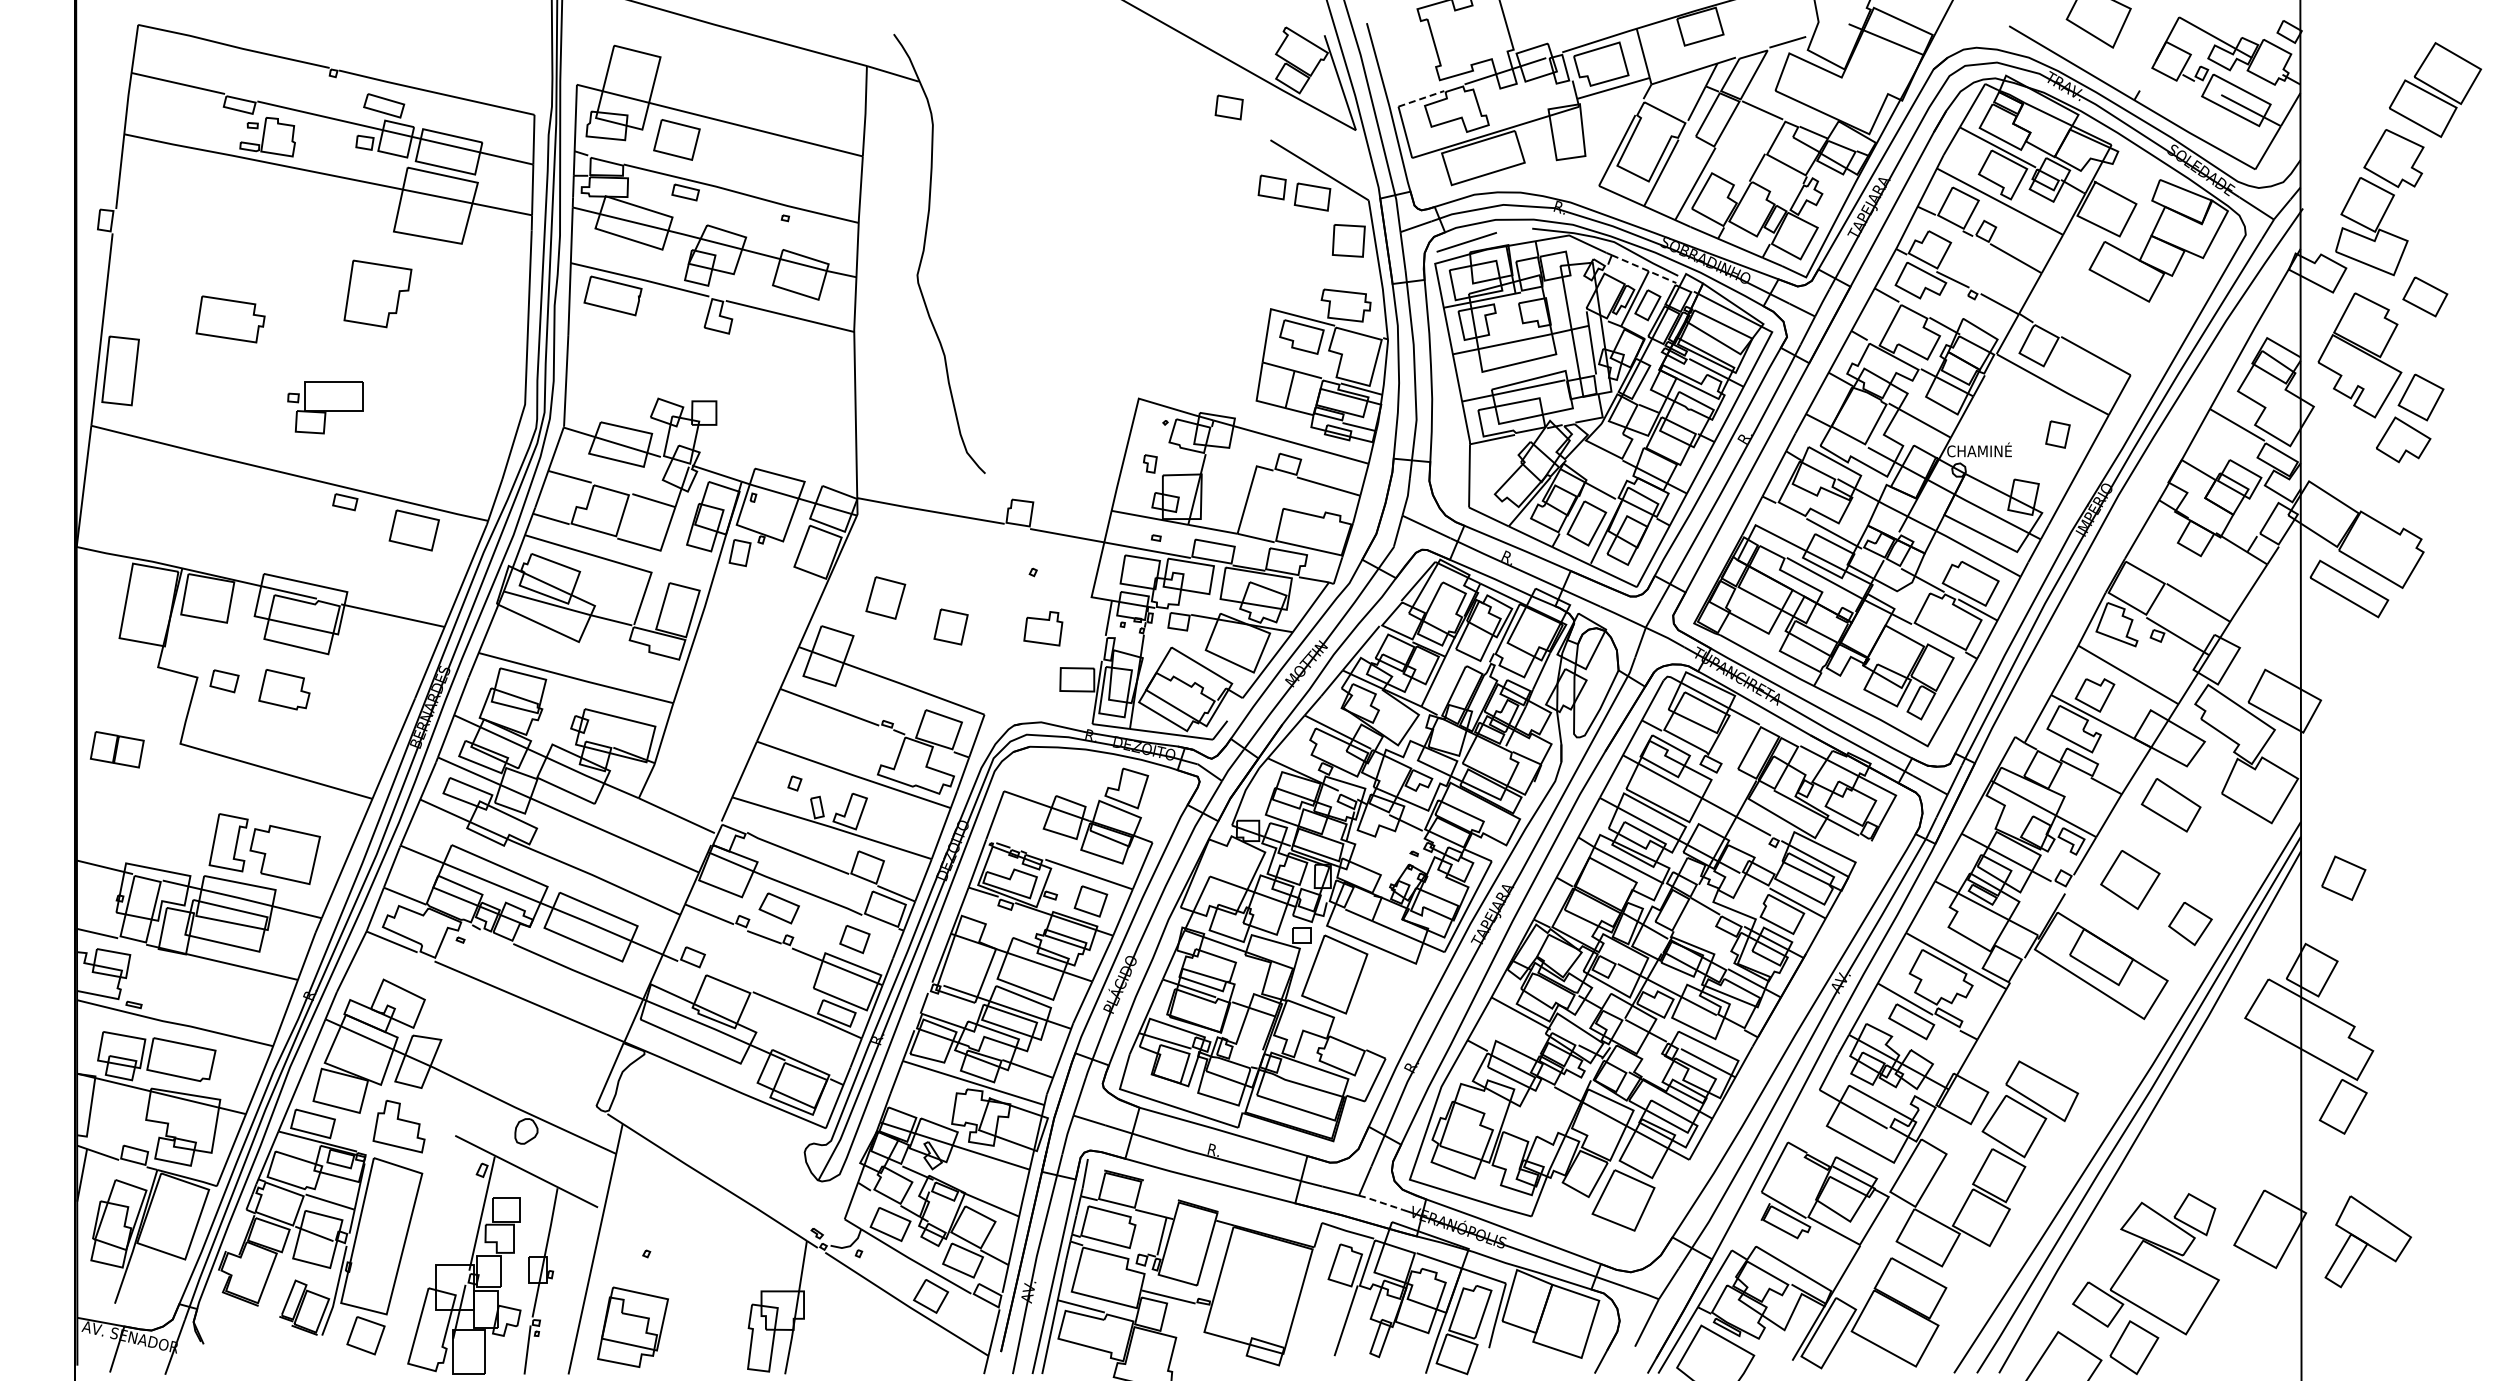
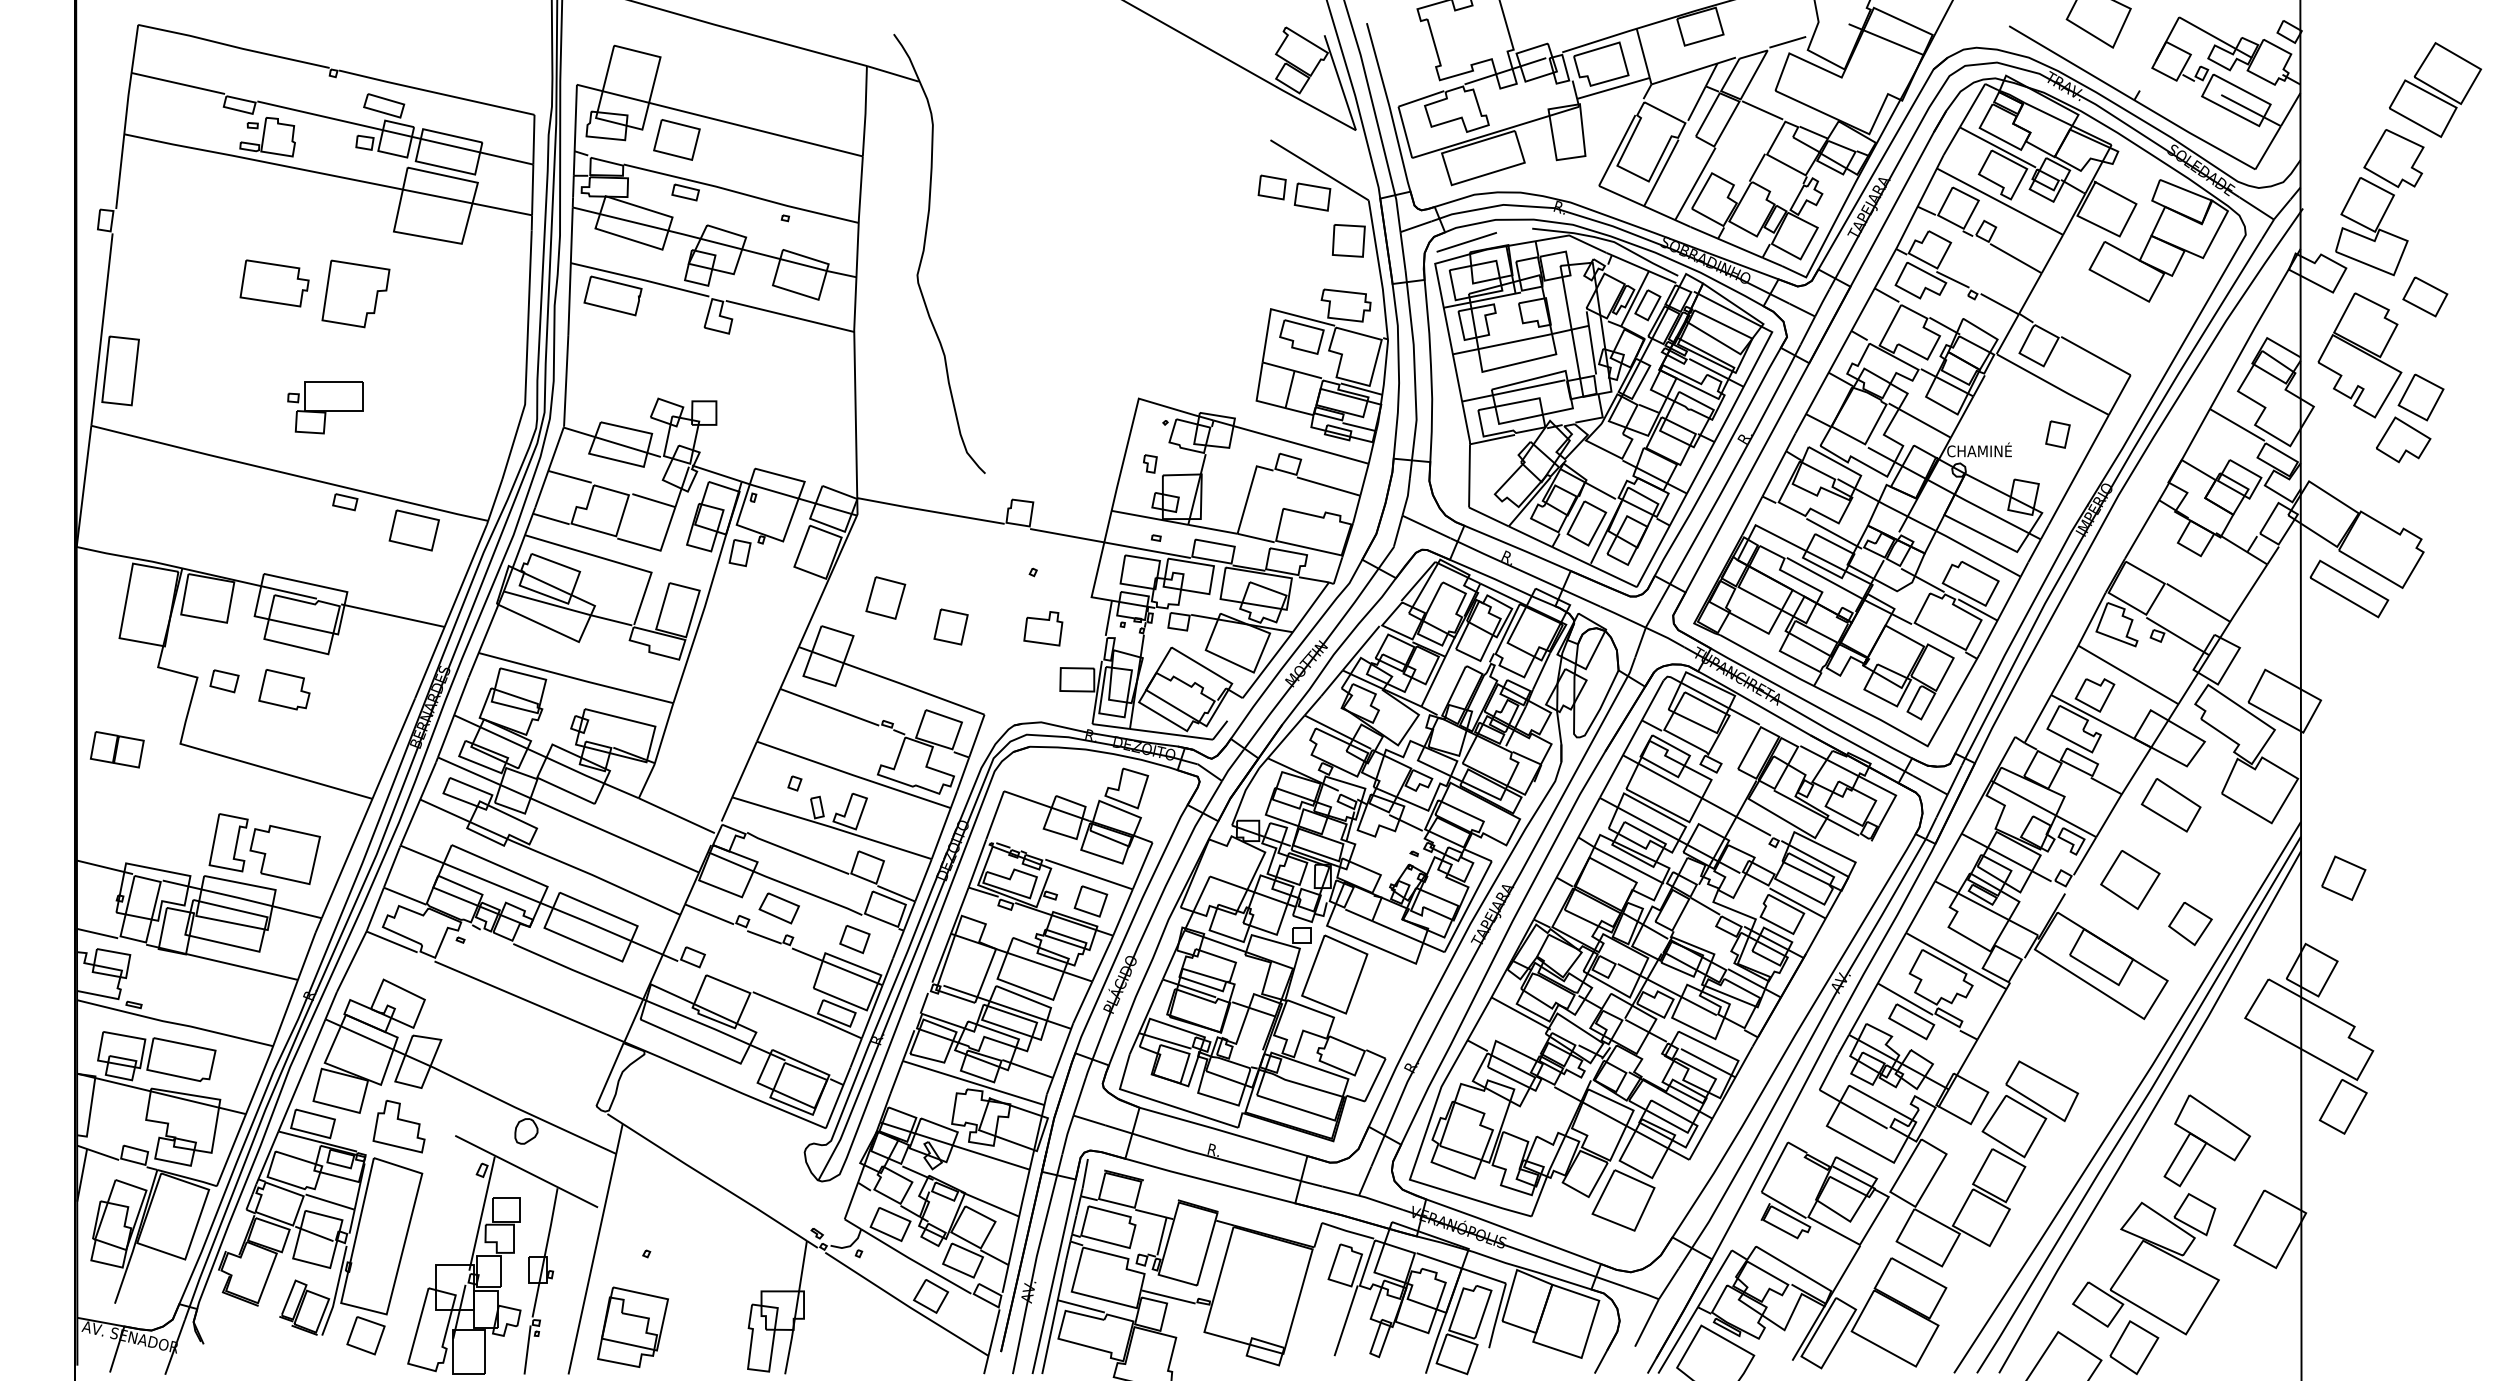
line at (1421, 98): dashed -> solid
part at (1228, 107): present -> none
line at (1644, 269): dashed -> solid
part at (377, 293) position: (377, 293) -> (355, 293)
part at (230, 319) position: (230, 319) -> (274, 283)
line at (1380, 1202): dashed -> solid
part at (2367, 1241) position: (2367, 1241) -> (2206, 1140)
